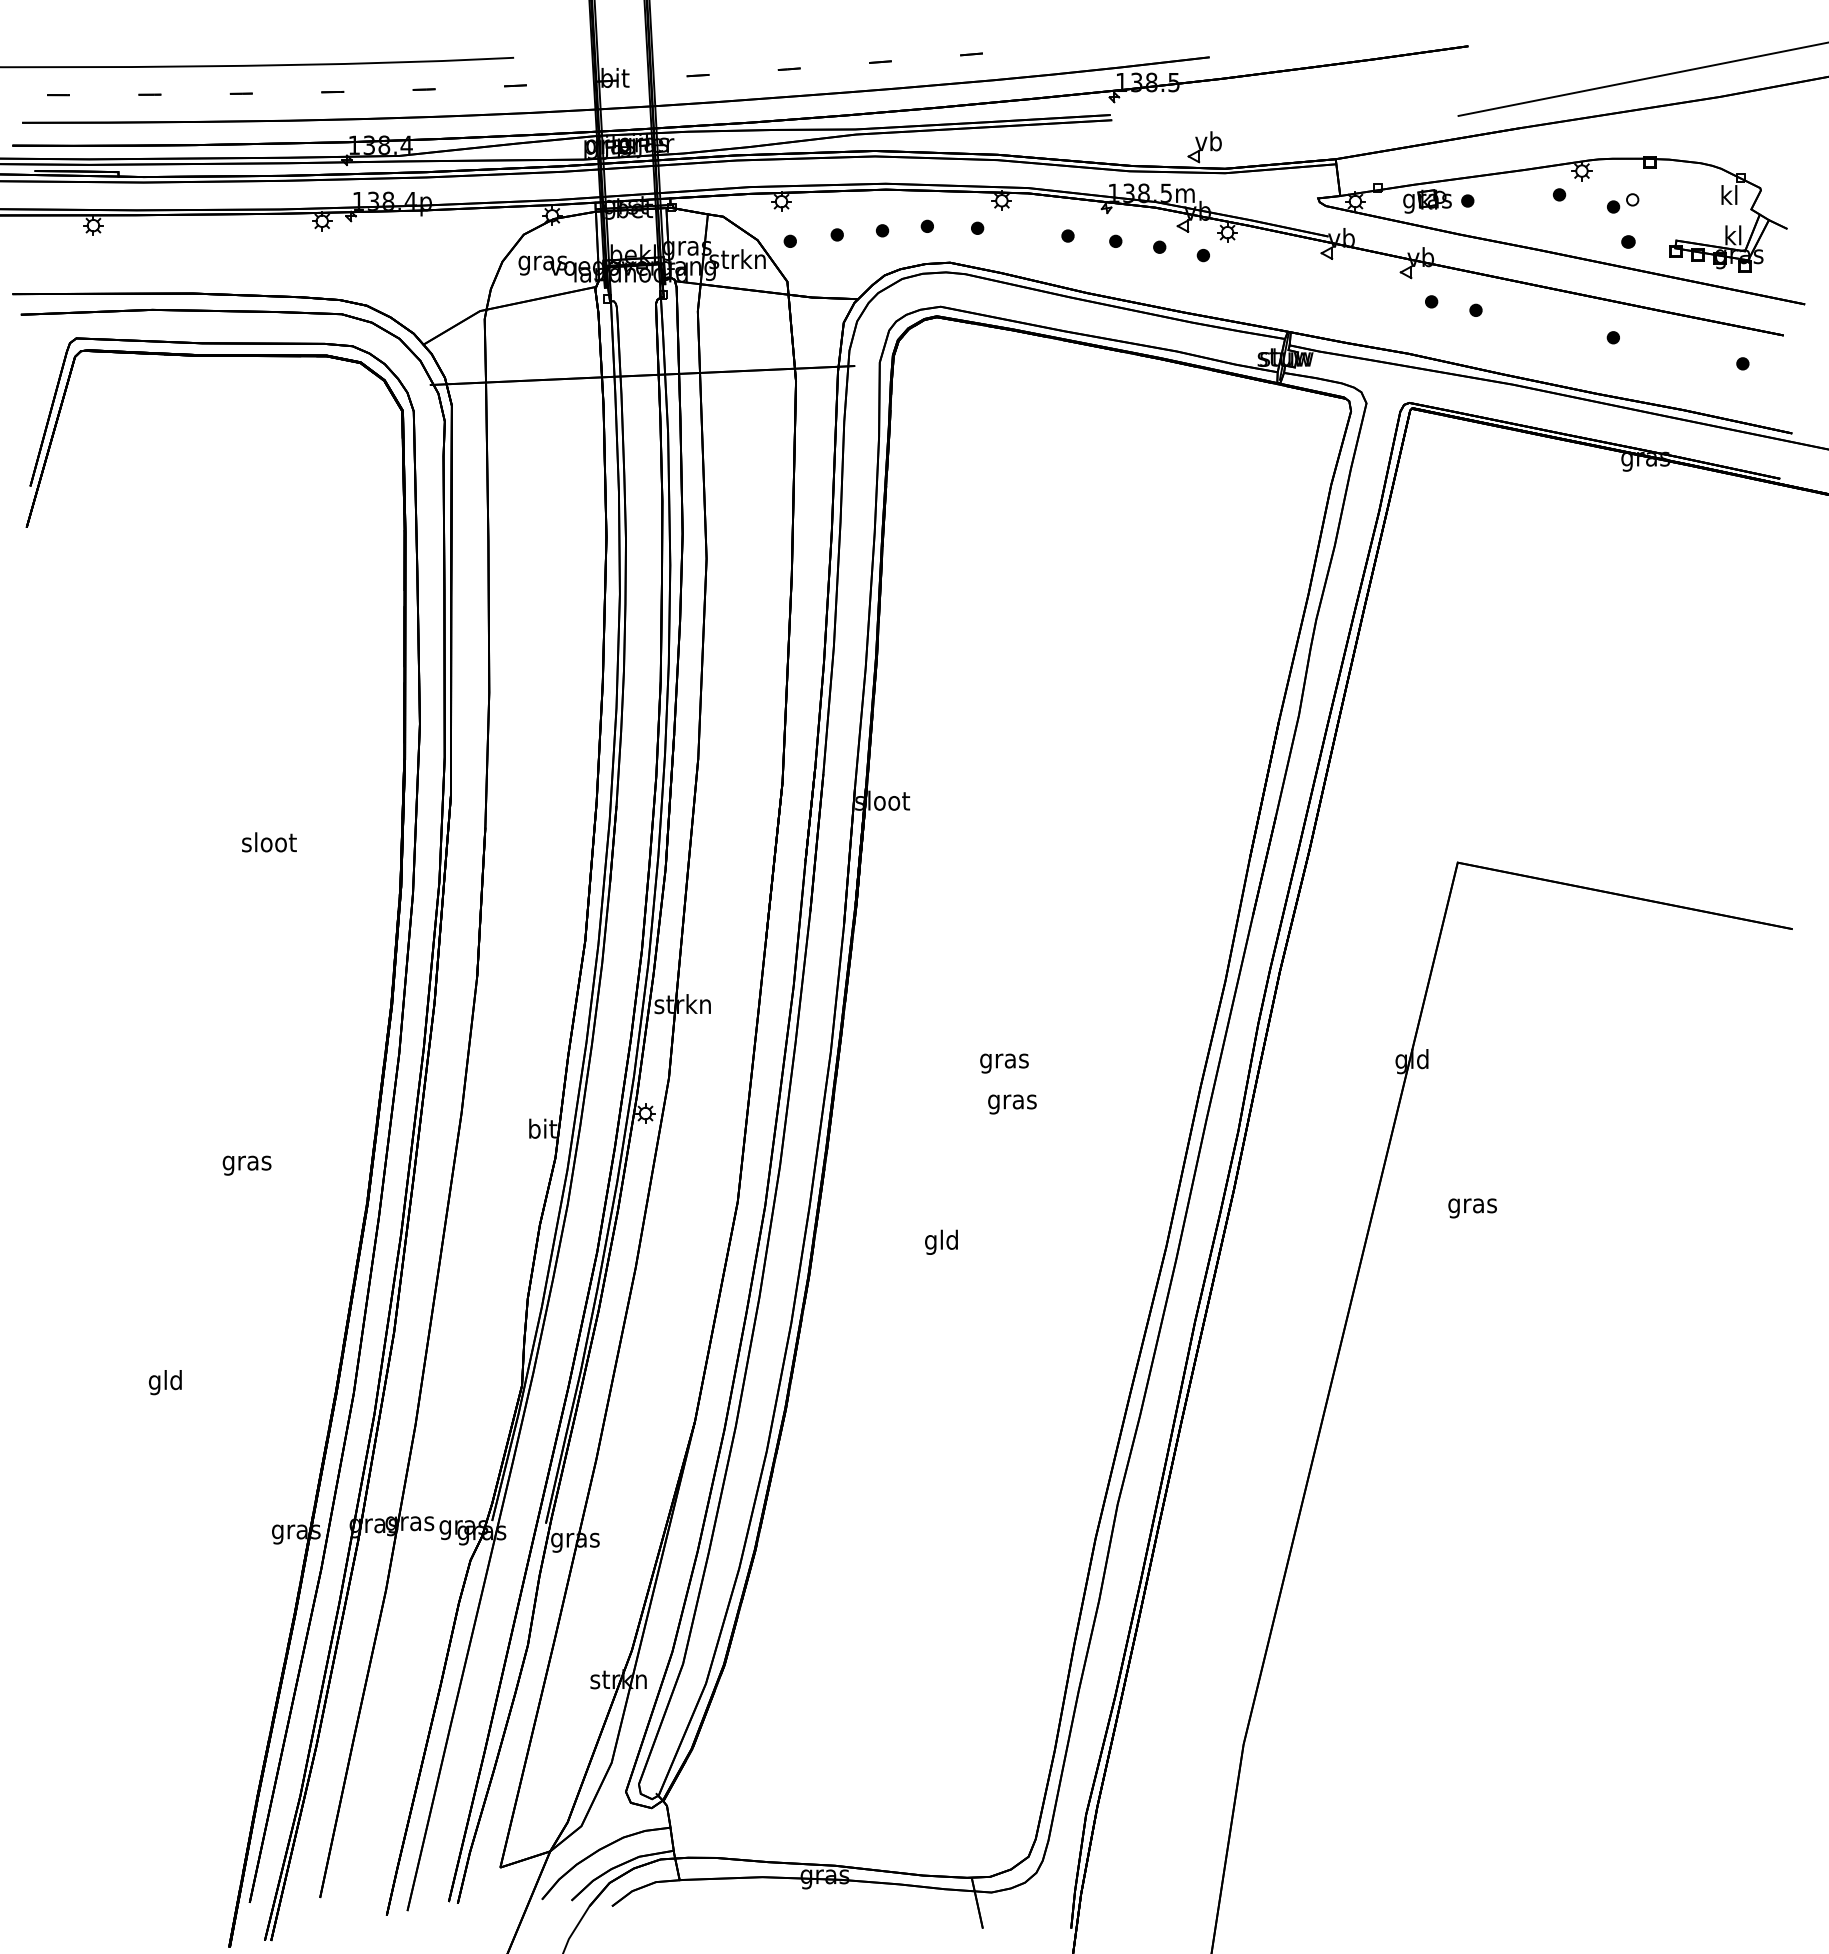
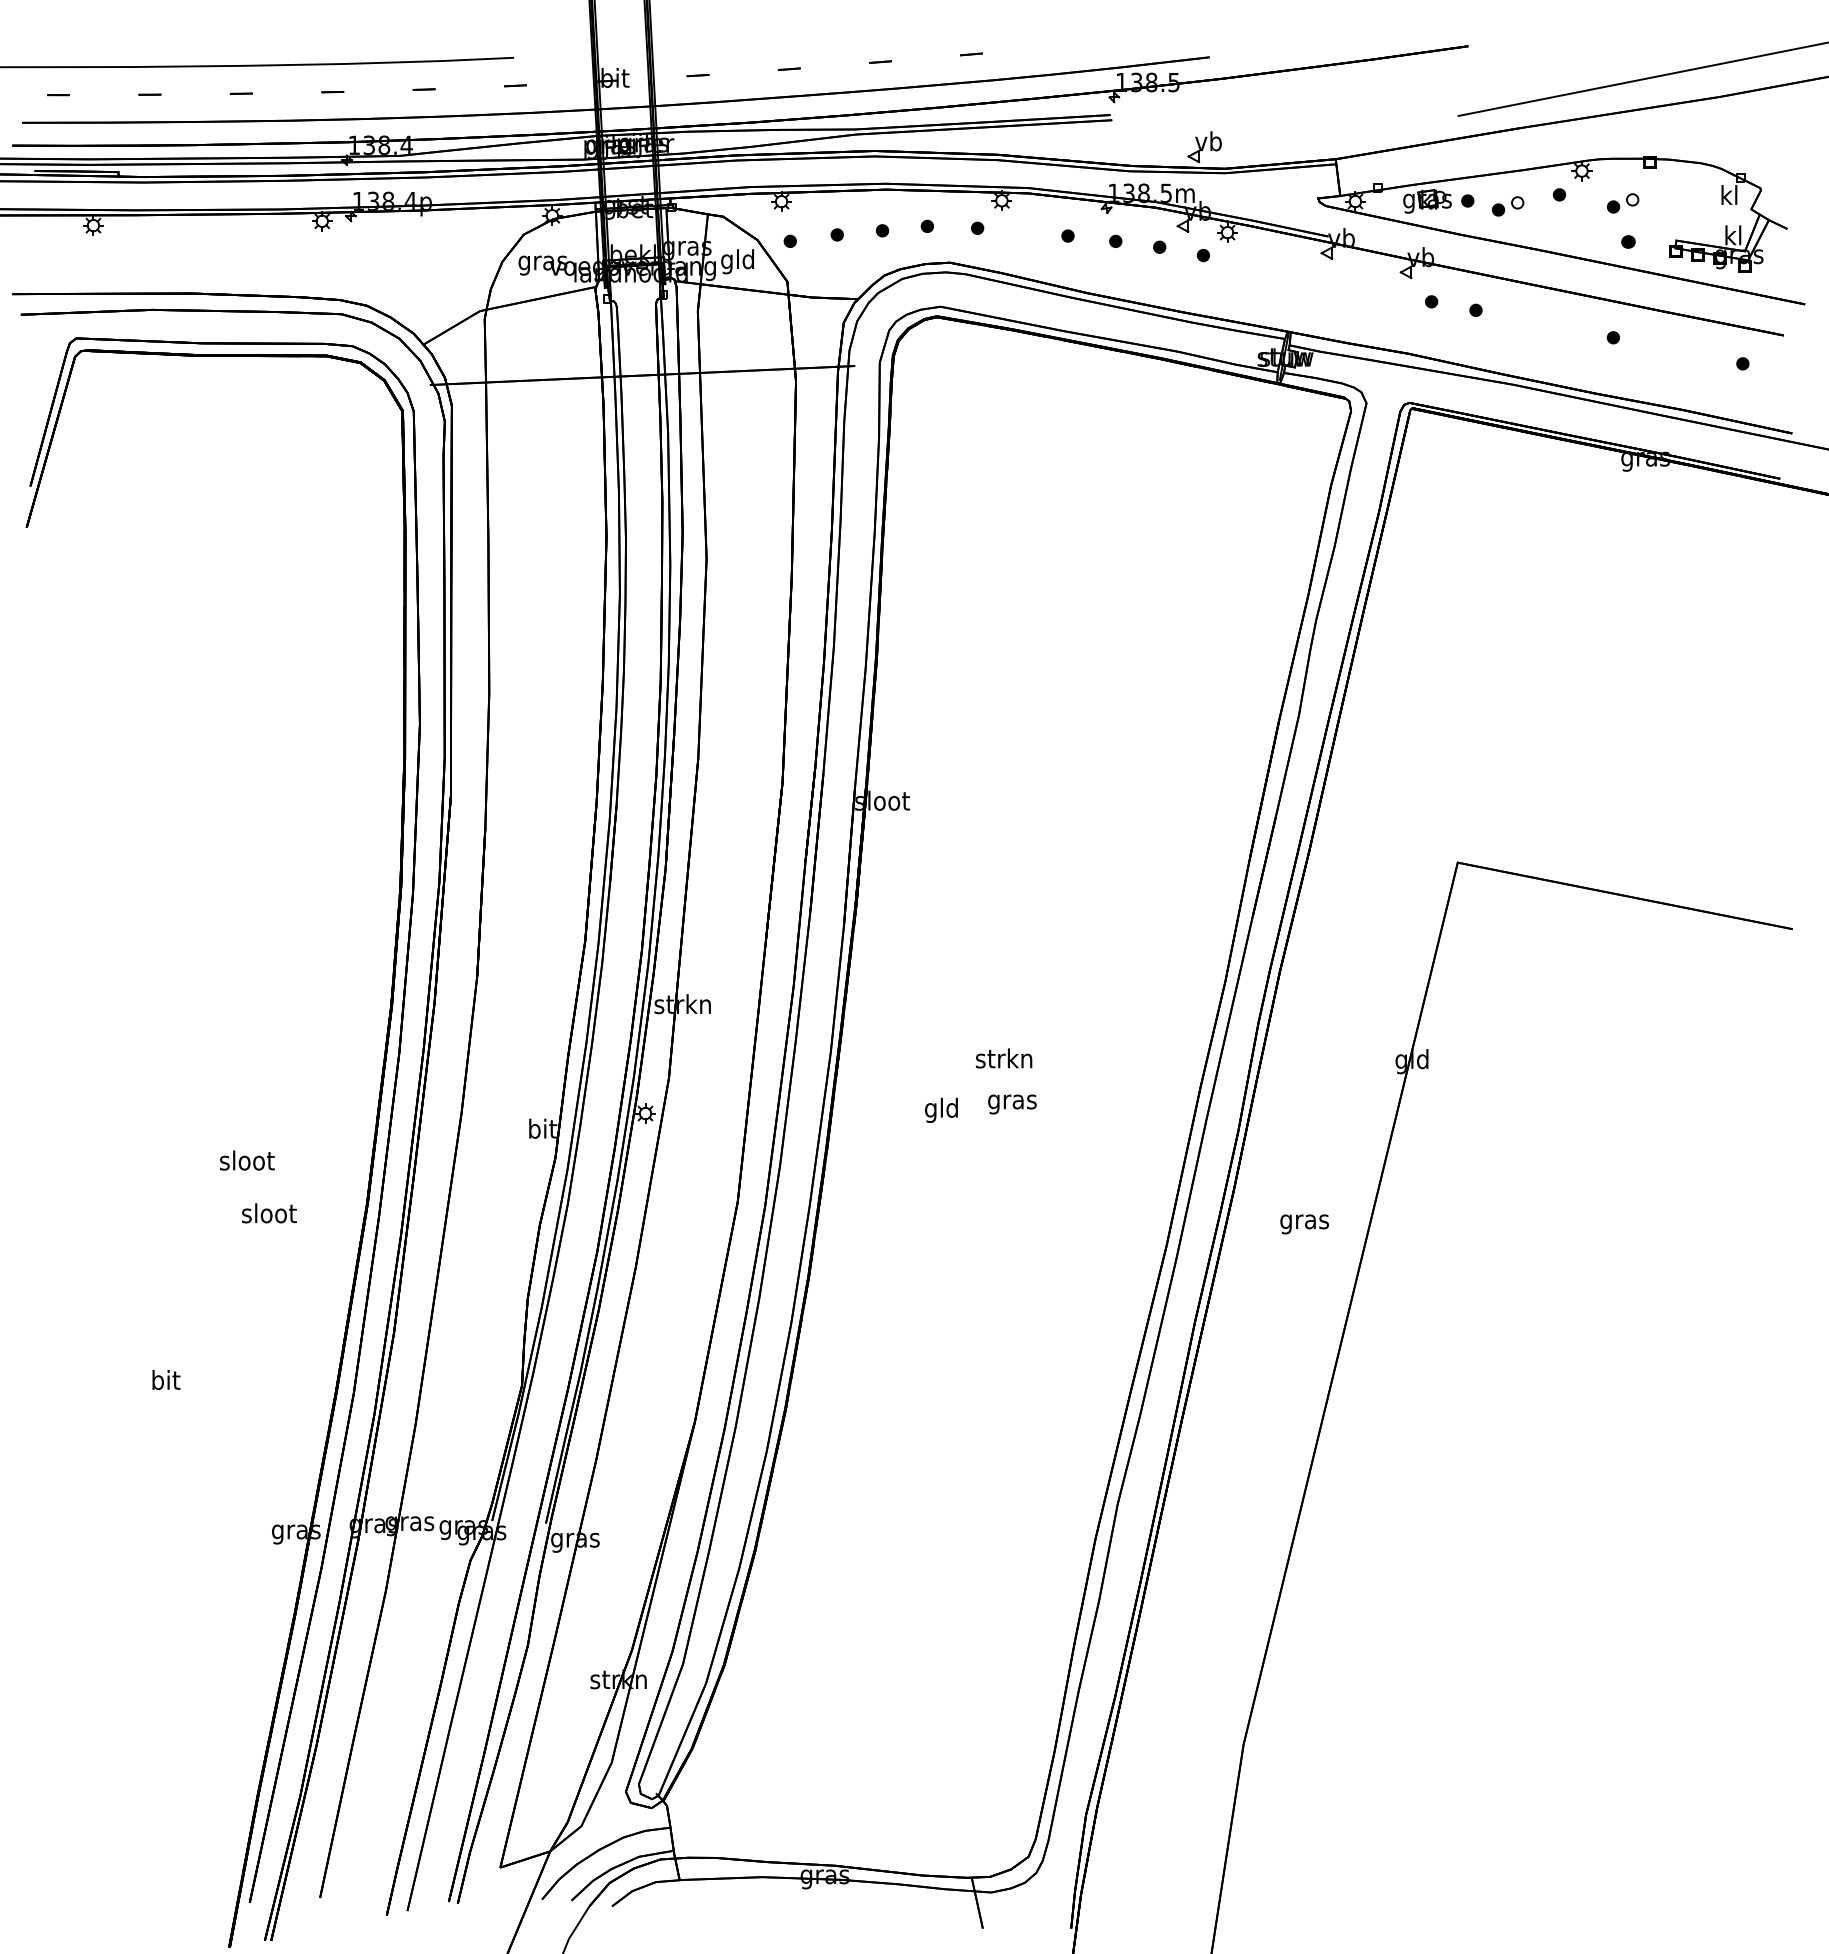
part at (1508, 206): none -> present
text at (737, 261): strkn -> gld
text at (269, 842) position: (269, 842) -> (269, 1213)
text at (1003, 1060): gras -> strkn
text at (247, 1162): gras -> sloot
text at (1472, 1208) position: (1472, 1208) -> (1304, 1224)
text at (941, 1241) position: (941, 1241) -> (941, 1109)
text at (164, 1382): gld -> bit
